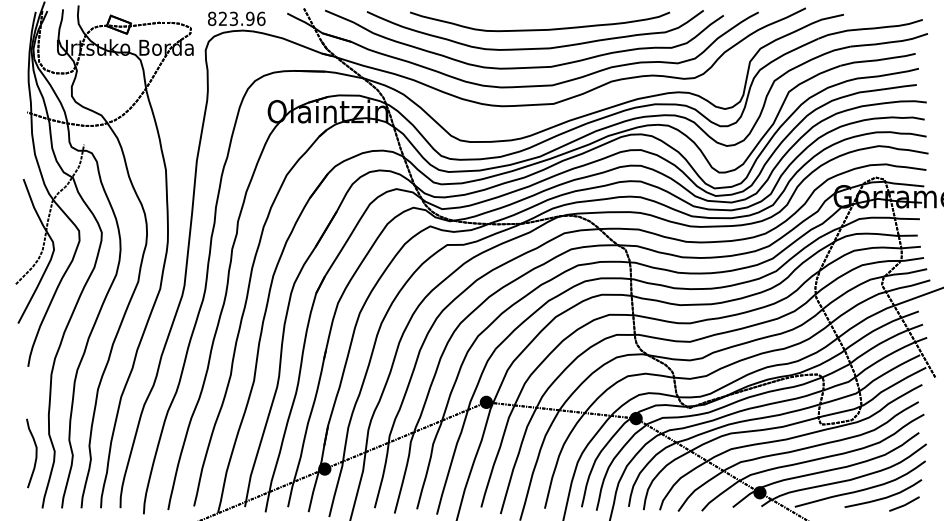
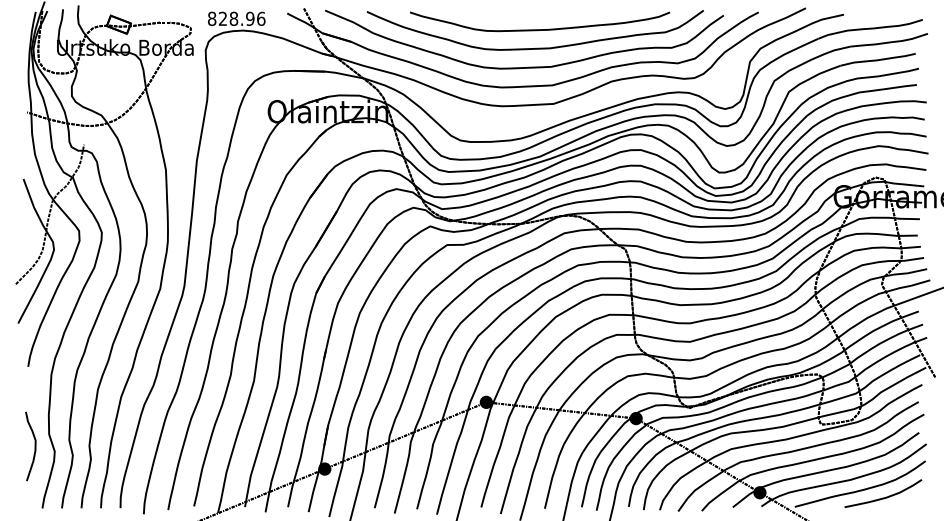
text at (233, 18): 823.96 -> 828.96
curve at (35, 453) position: (35, 453) -> (34, 446)
line at (905, 503): present -> none
